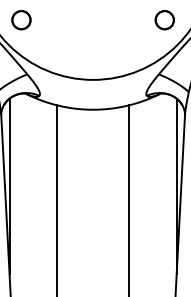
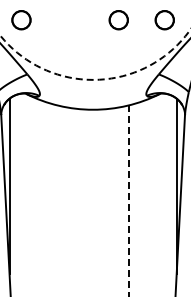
circle at (118, 20): none -> present
circle at (95, 54): solid -> dashed
line at (57, 199): present -> none
line at (128, 201): solid -> dashed
